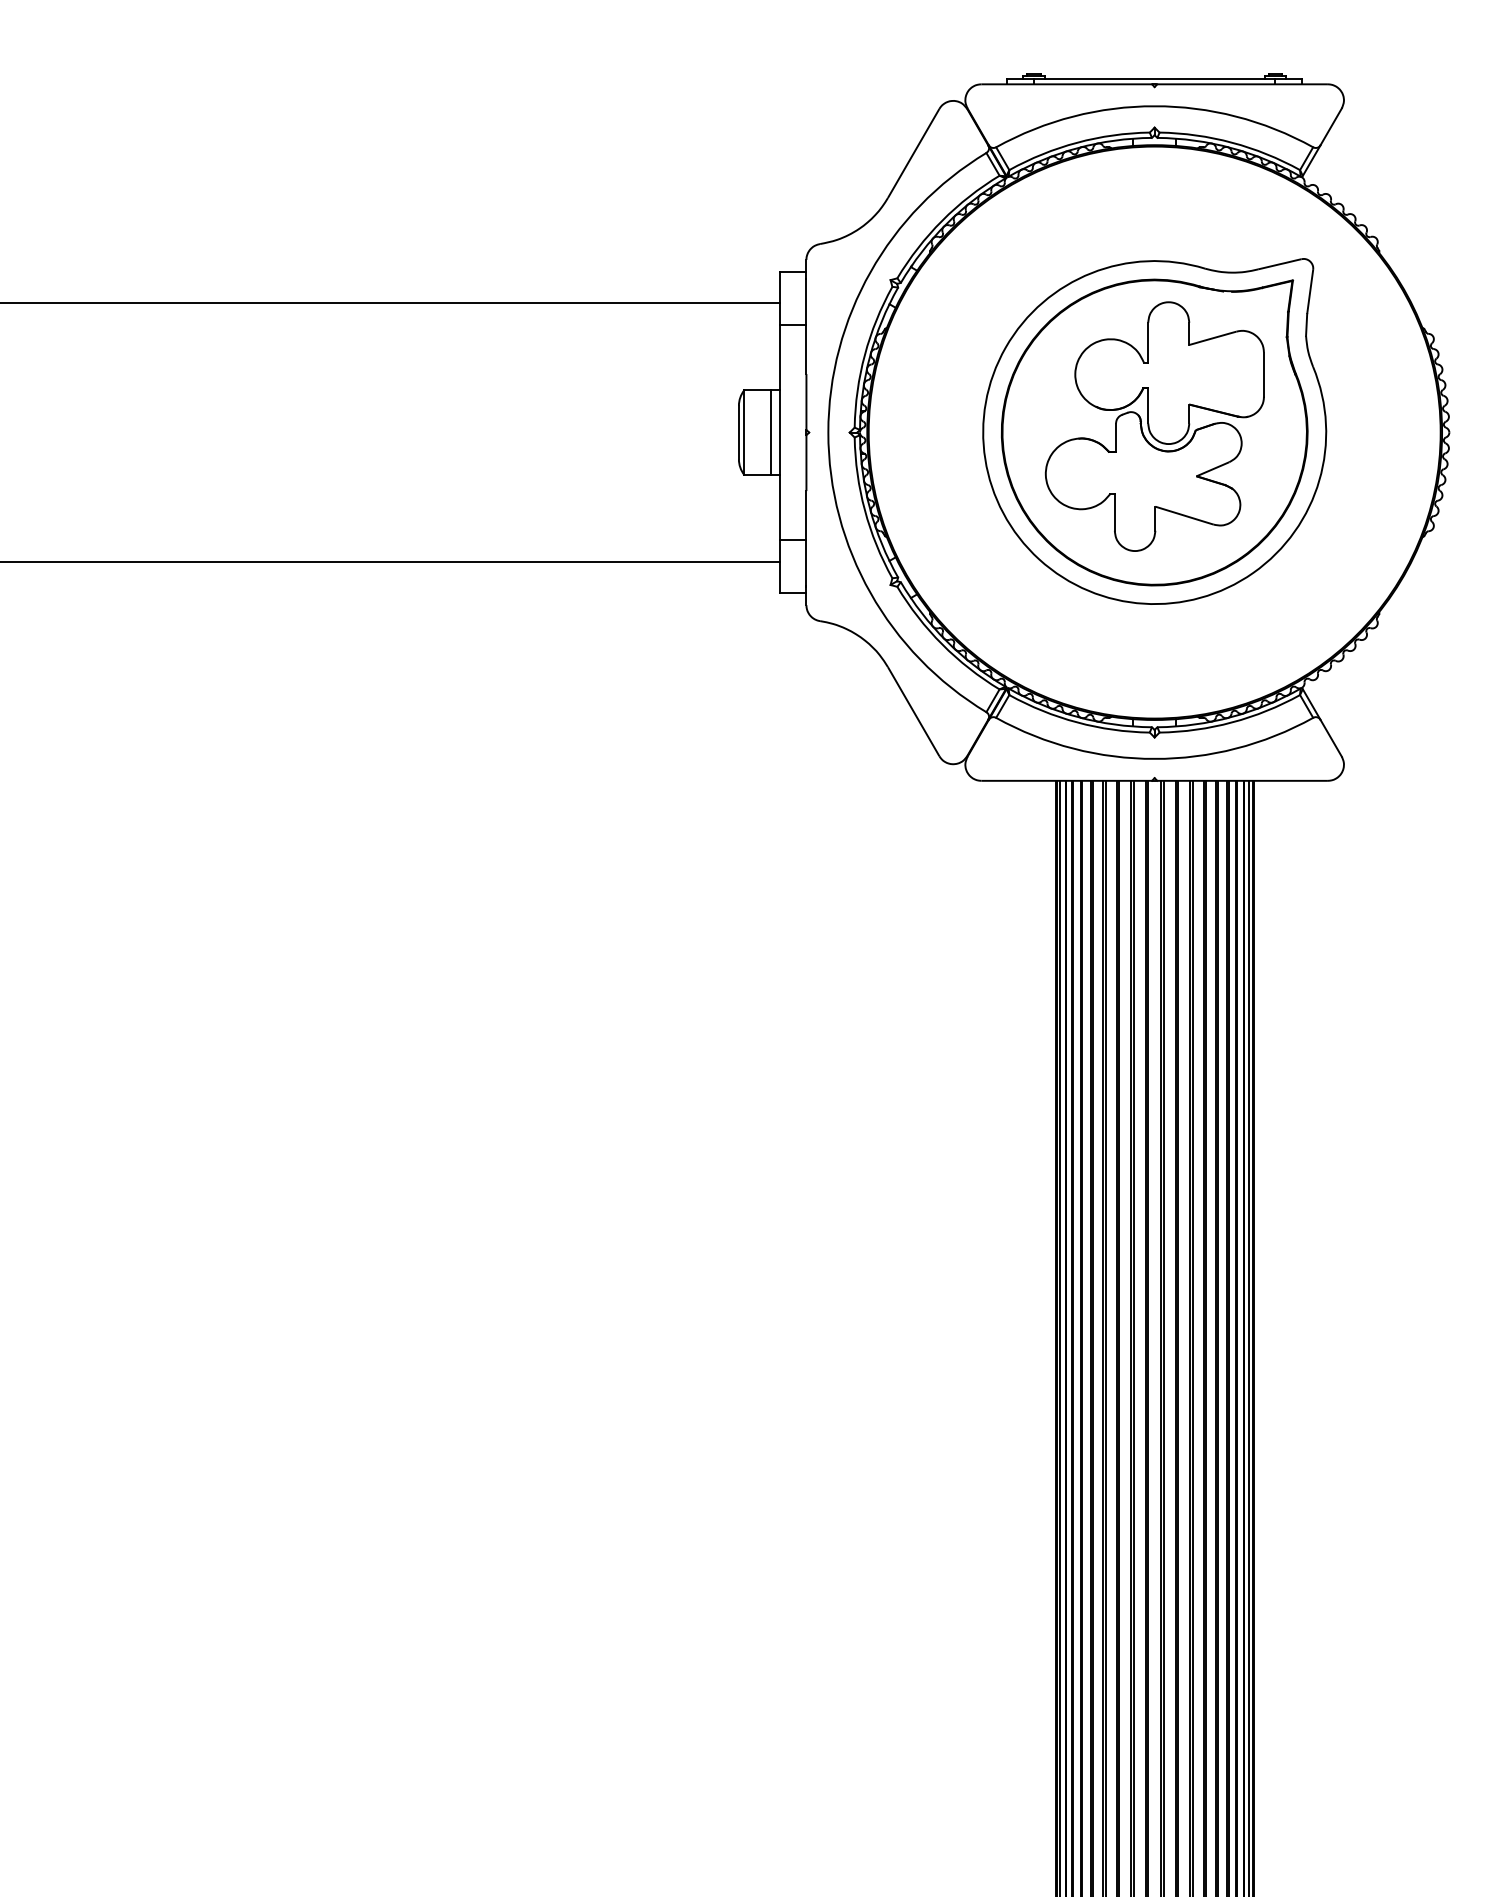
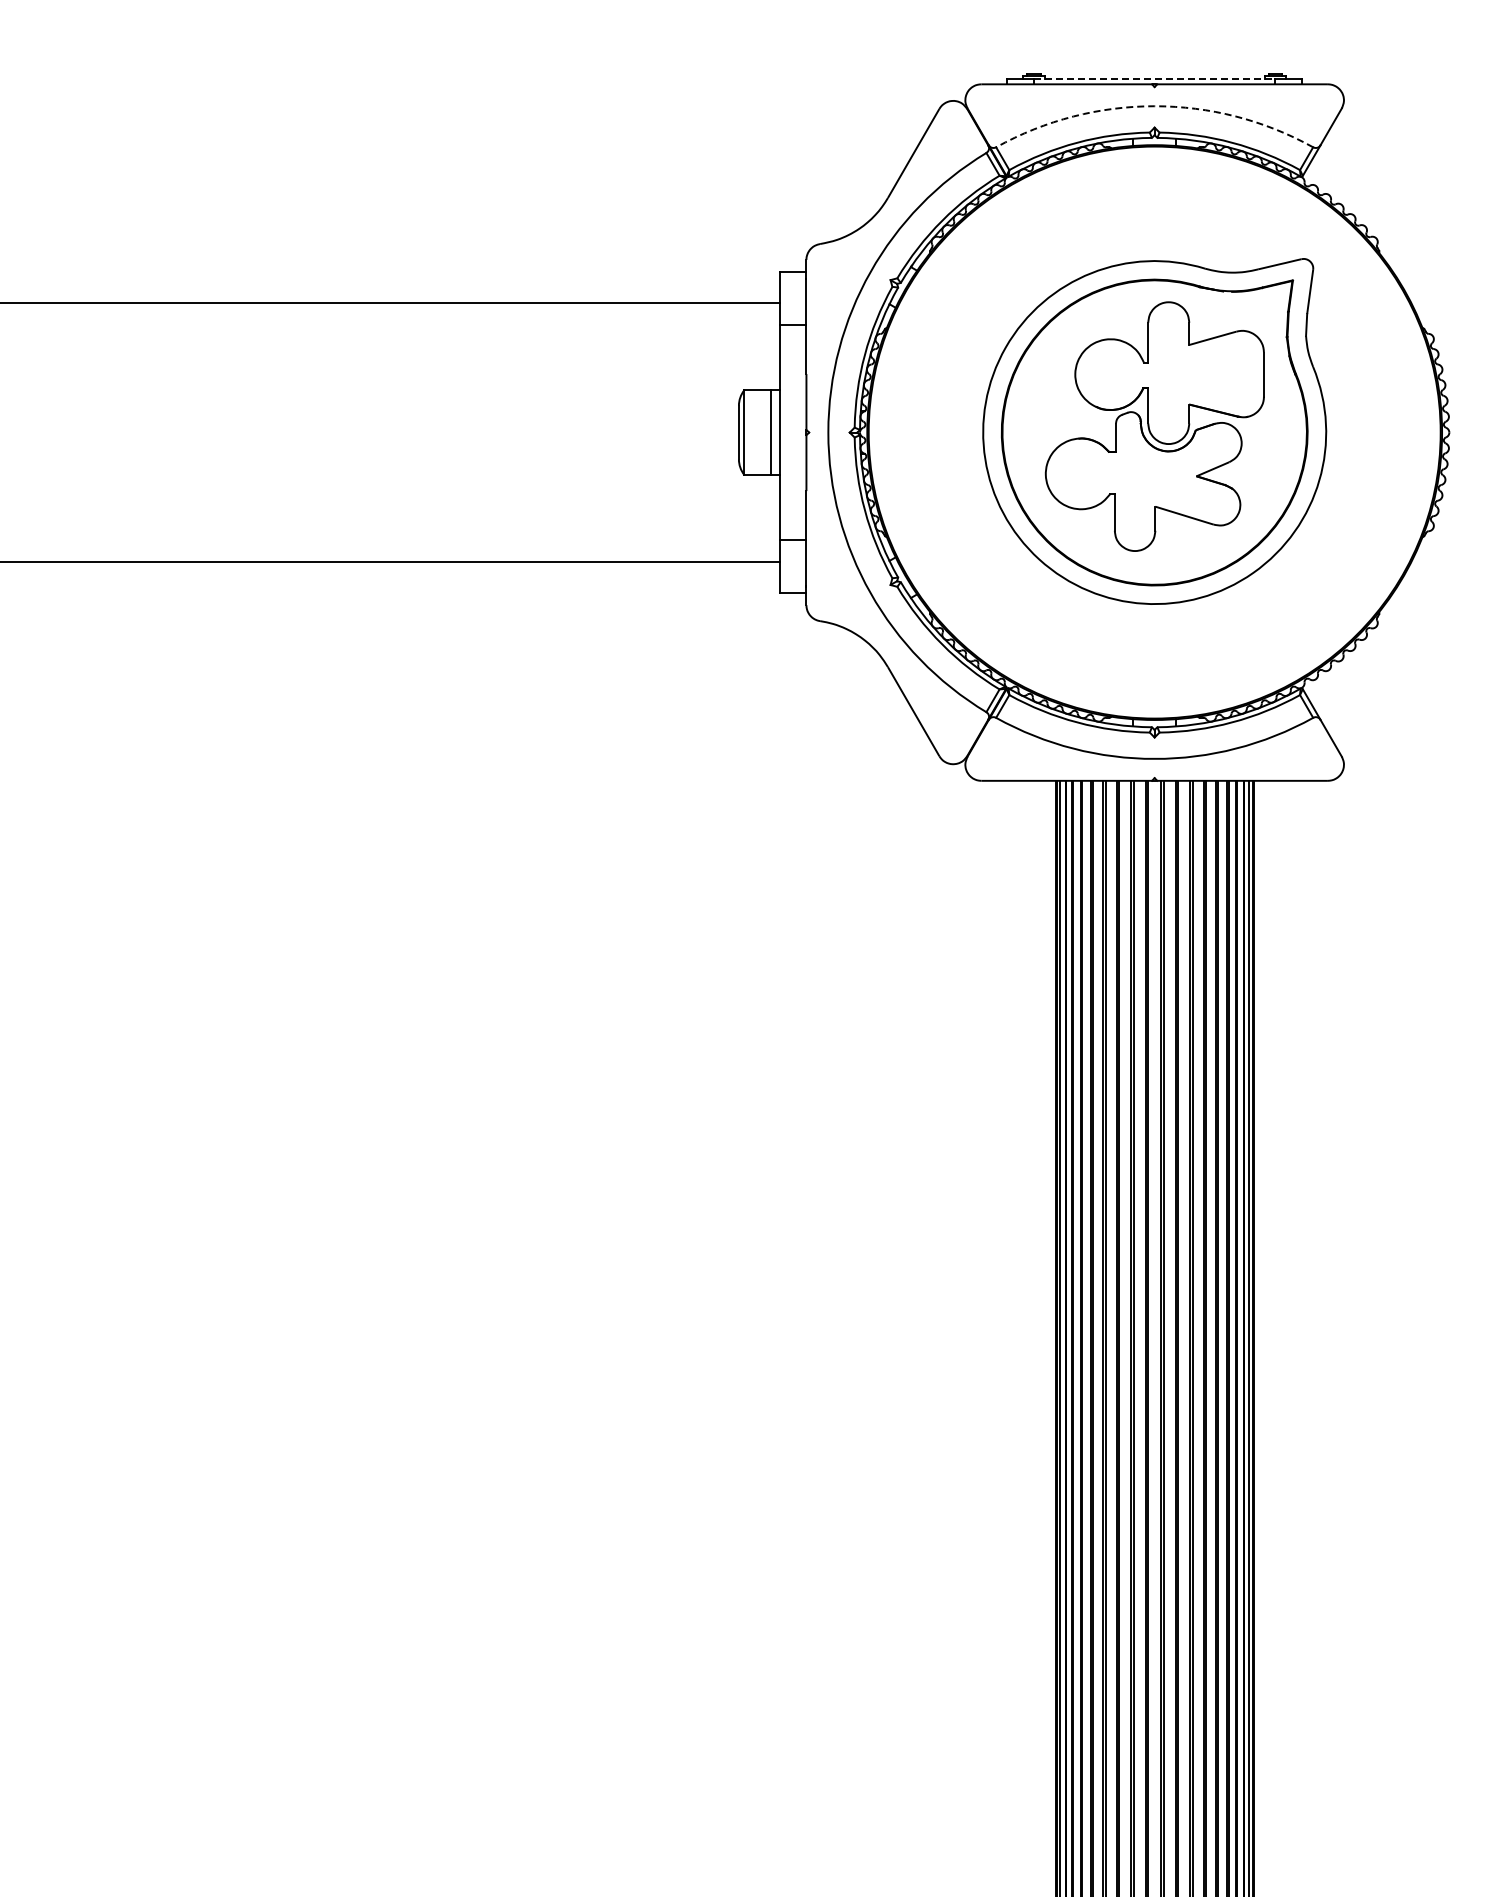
line at (1154, 78): solid -> dashed
arc at (1154, 106): solid -> dashed
